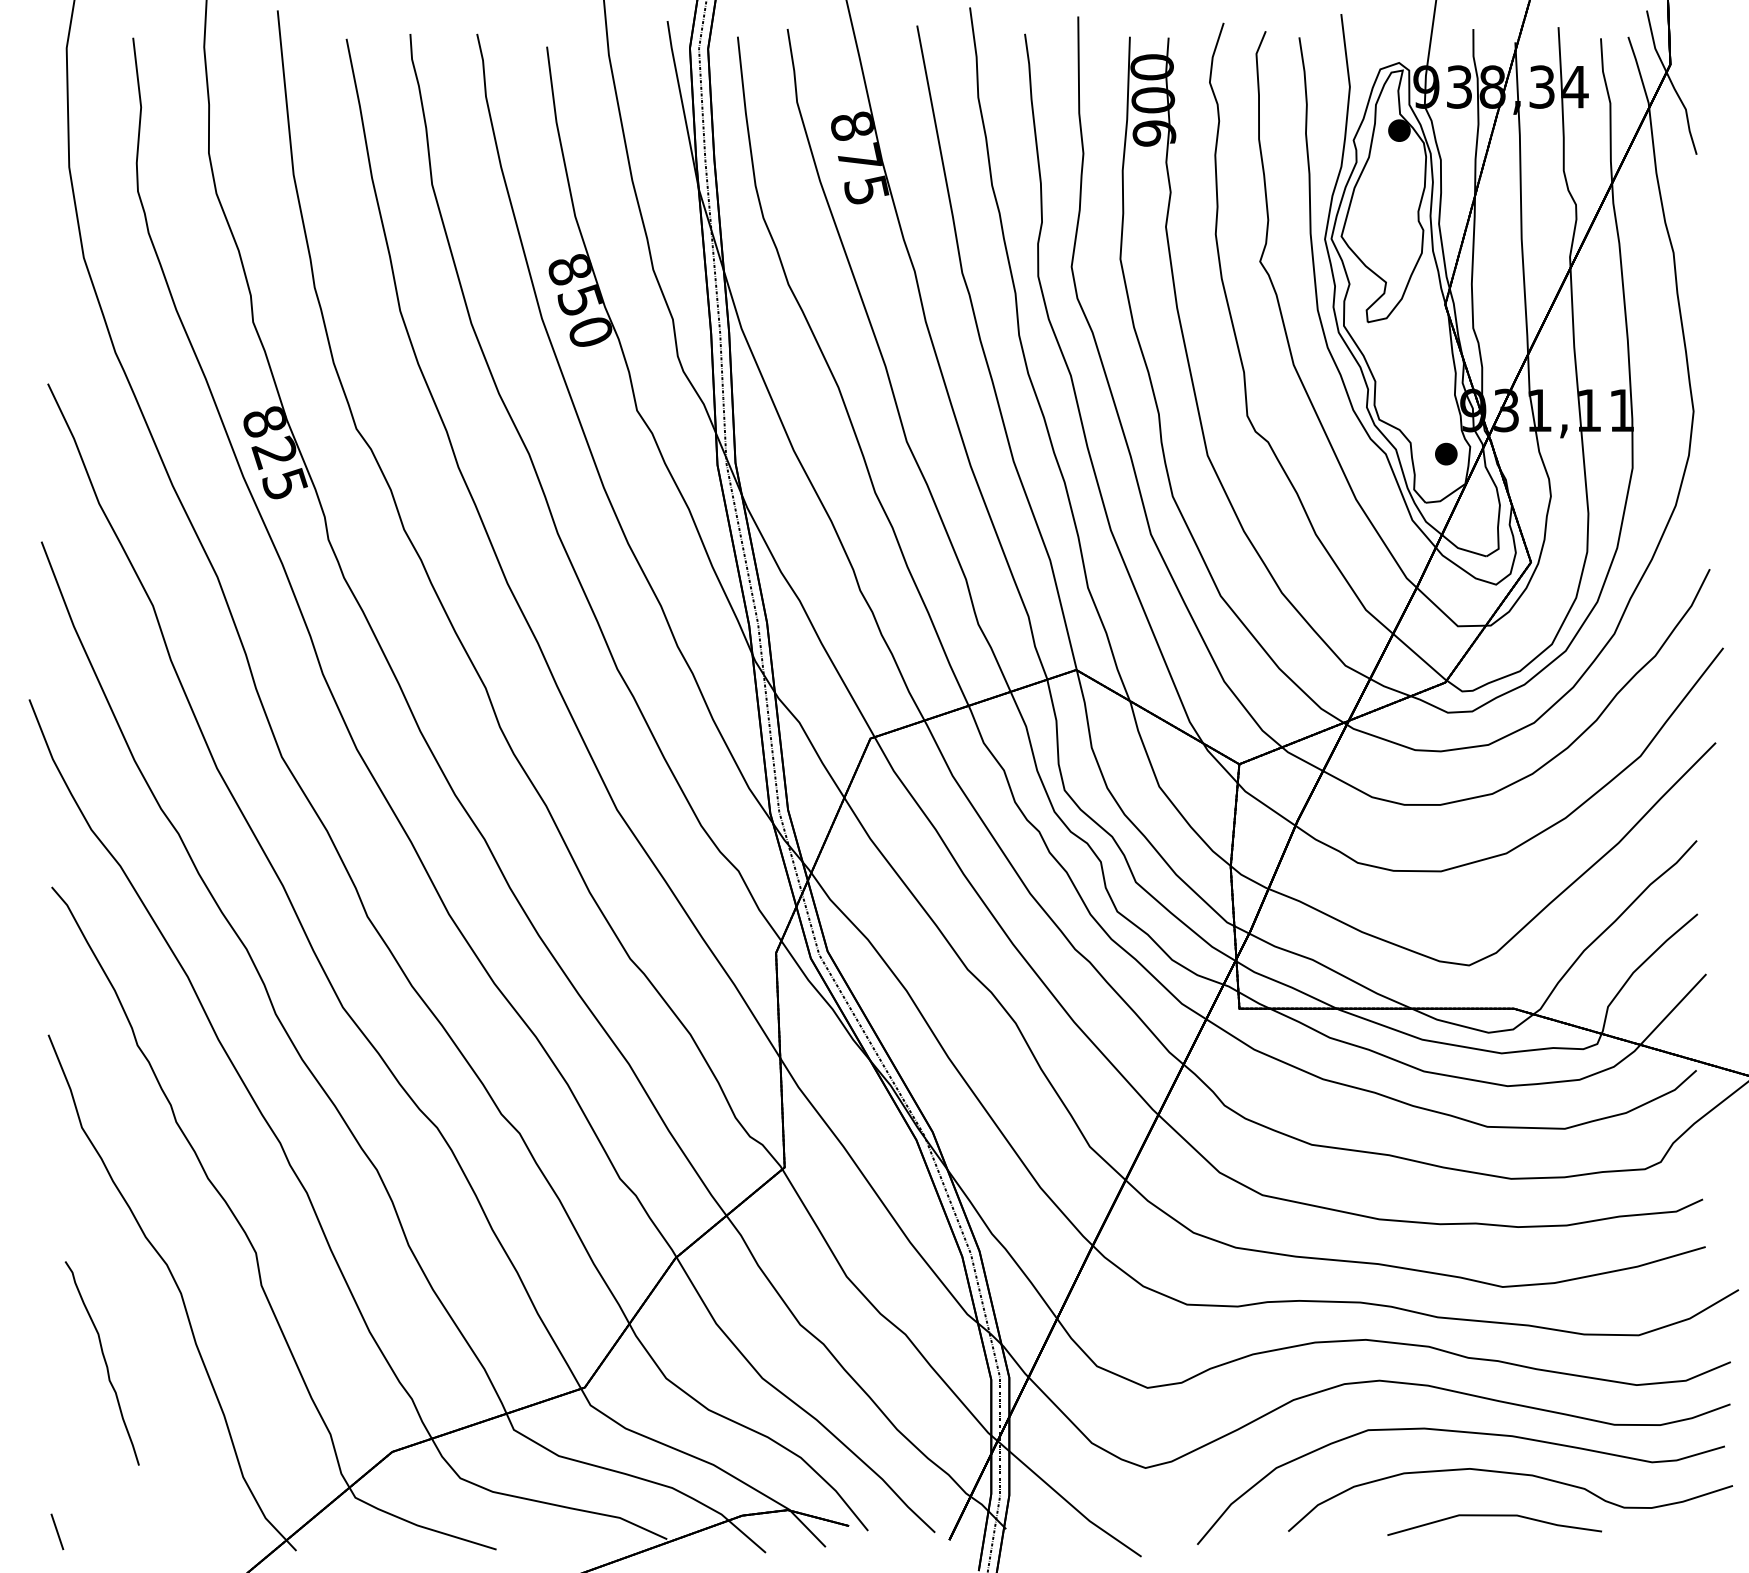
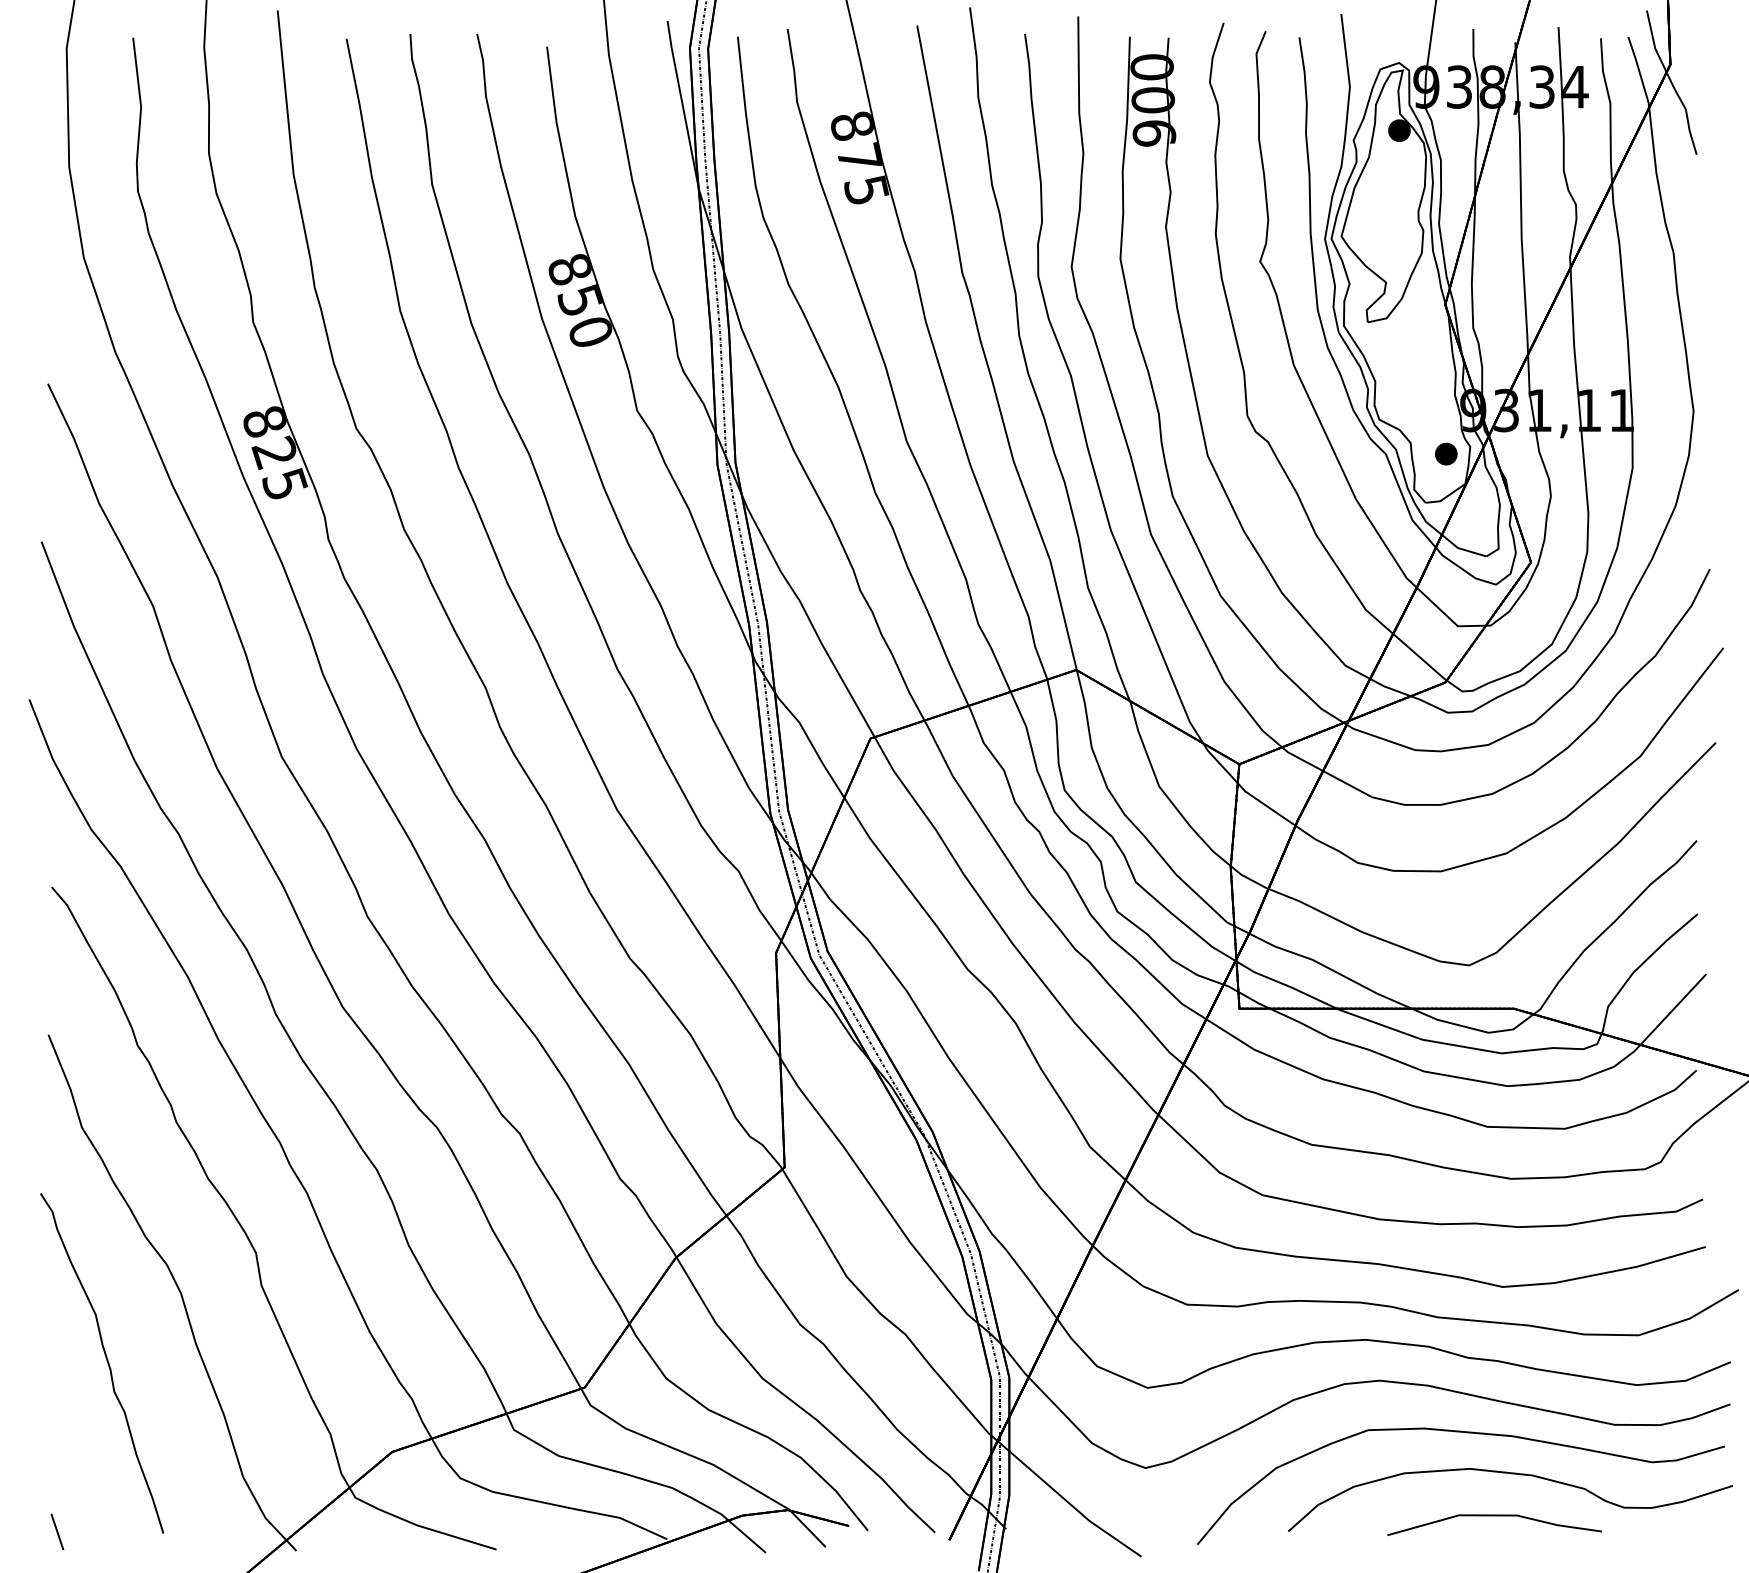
part at (101, 1363) size: 76x205 px -> 125x341 px
